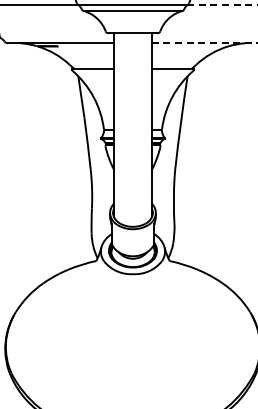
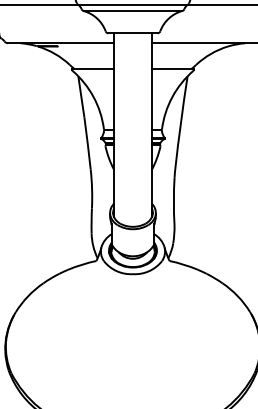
line at (222, 5): dashed -> solid
line at (204, 43): dashed -> solid
